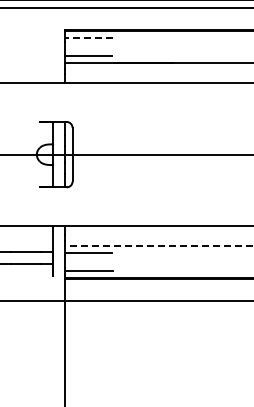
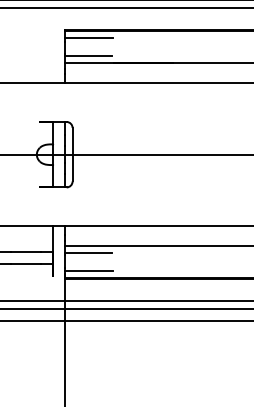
line at (88, 38): dashed -> solid
line at (159, 246): dashed -> solid
line at (126, 309): none -> present
line at (126, 320): none -> present
